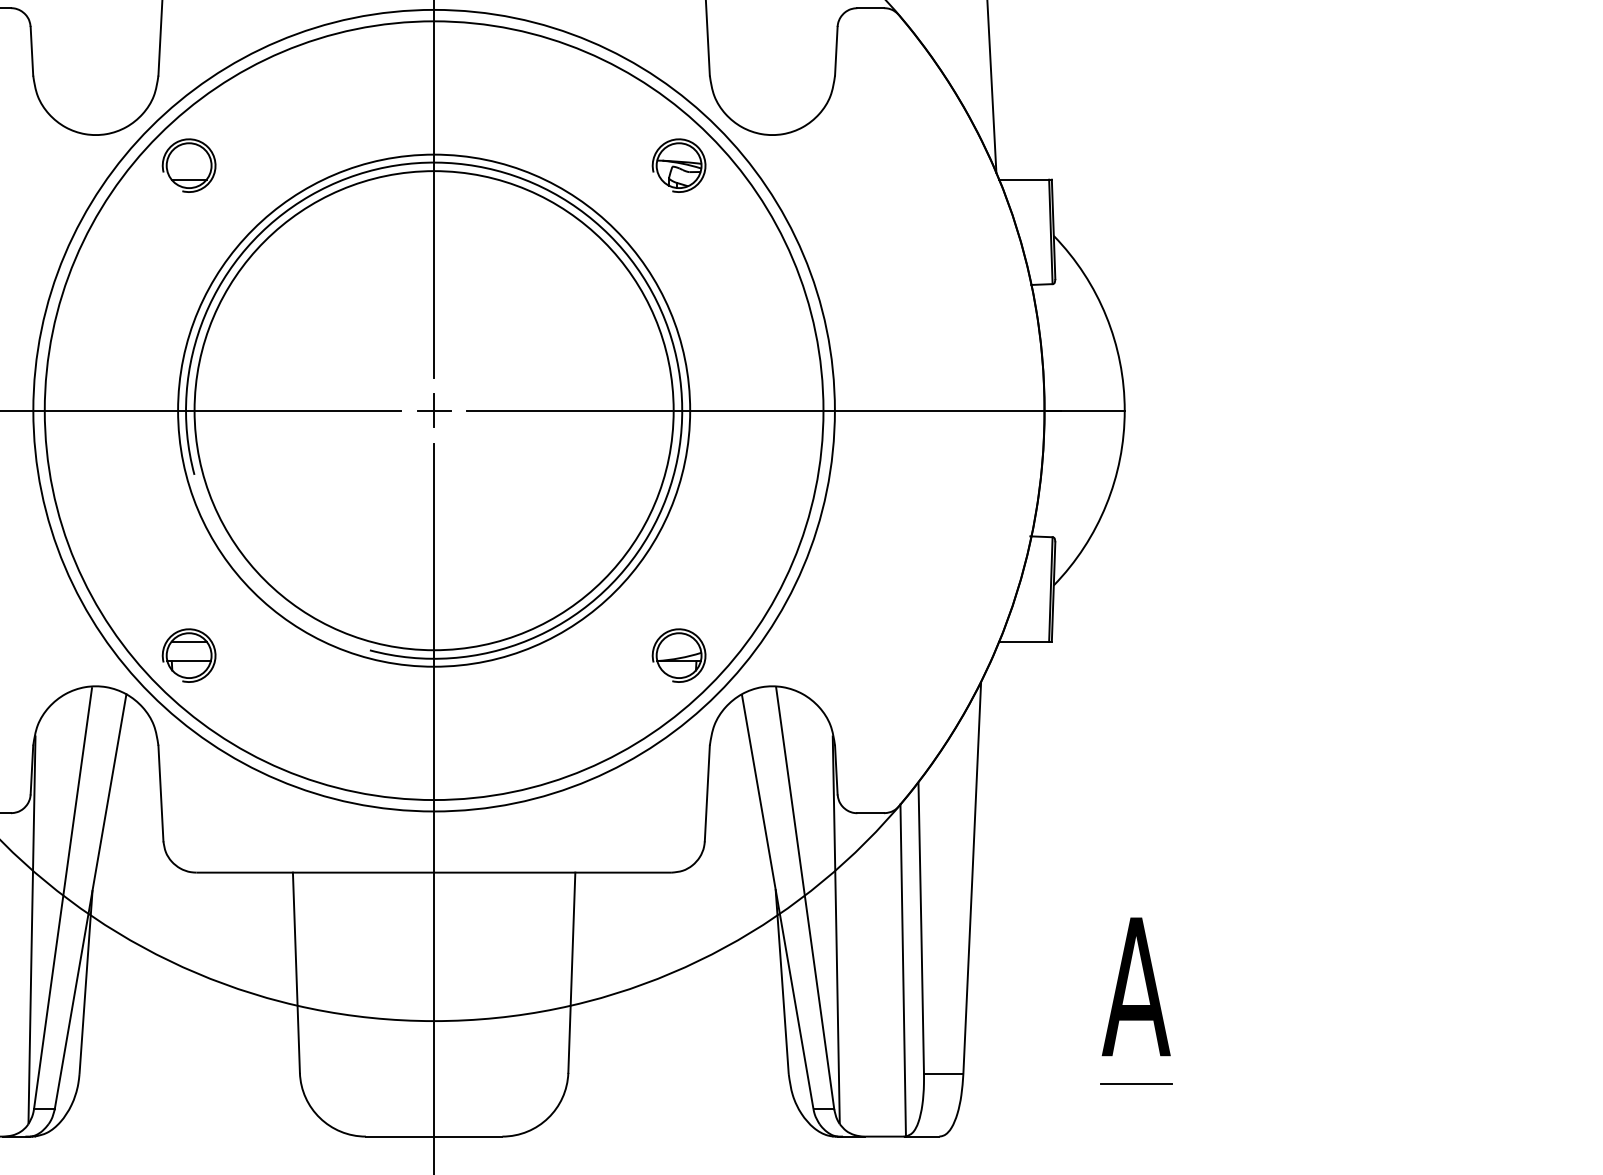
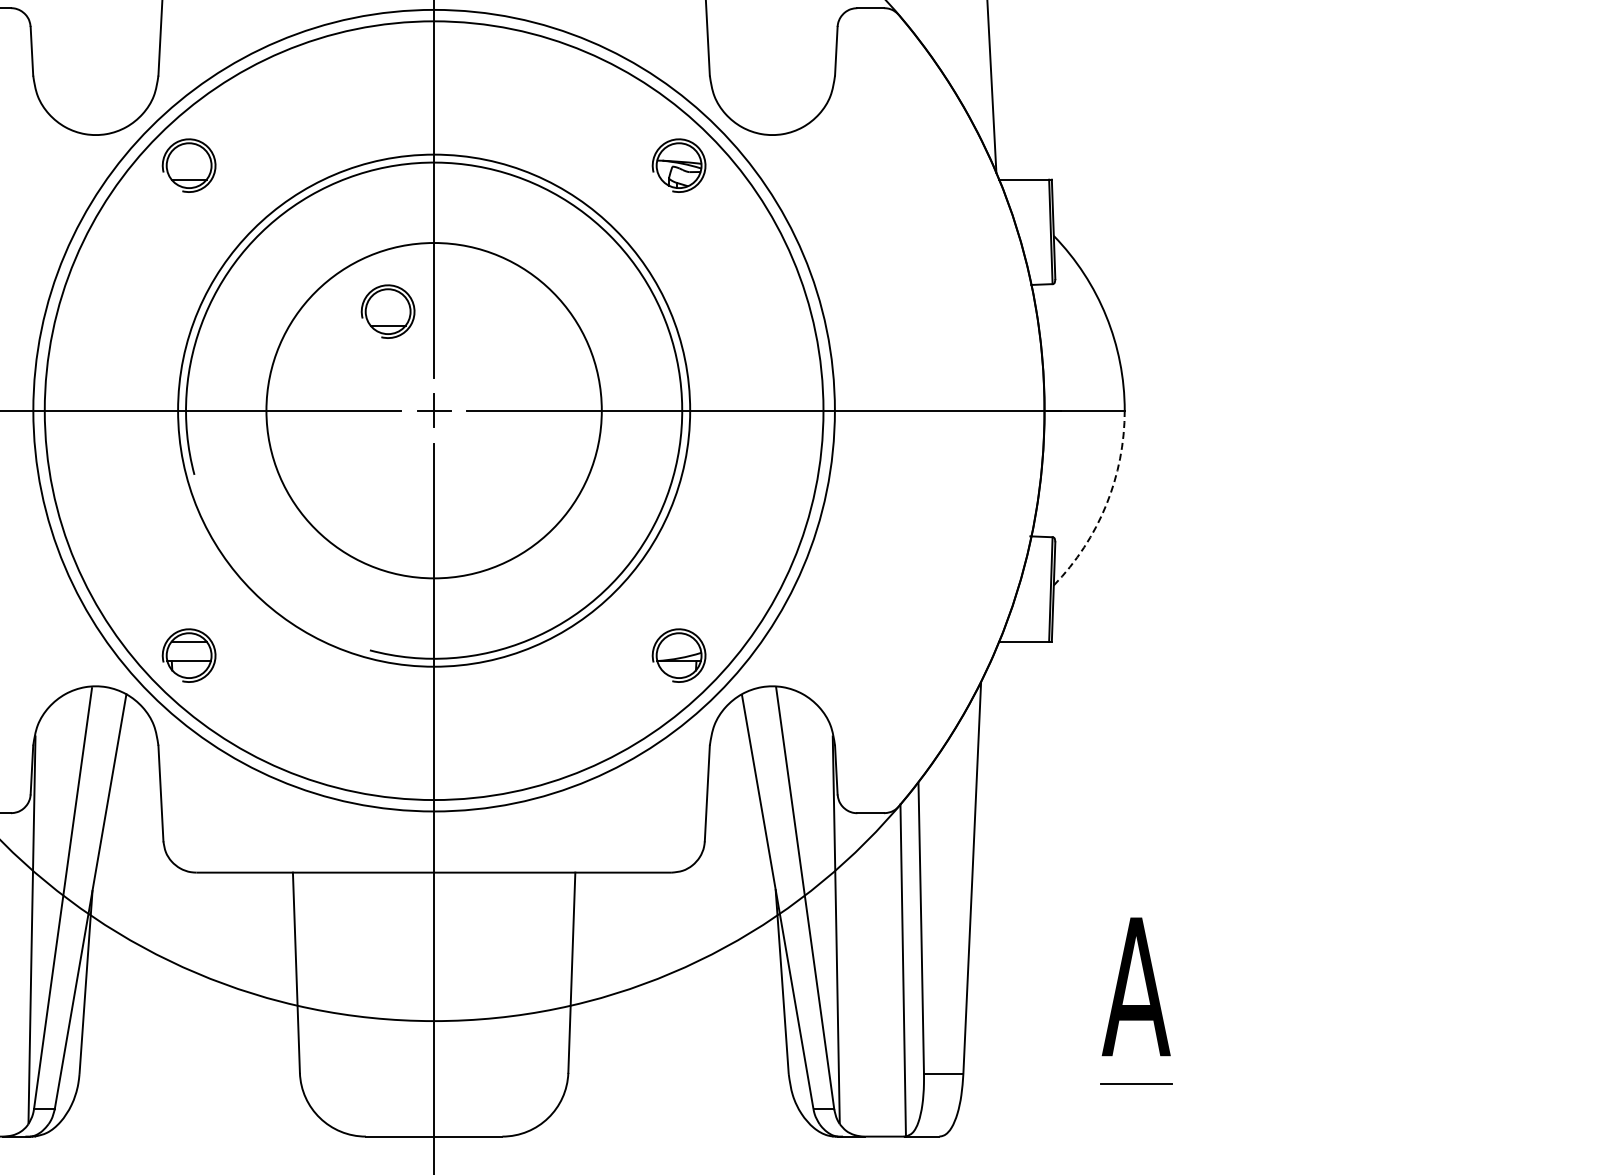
part at (387, 311): none -> present
circle at (433, 410) diameter: 479 px -> 335 px
arc at (1106, 504): solid -> dashed
